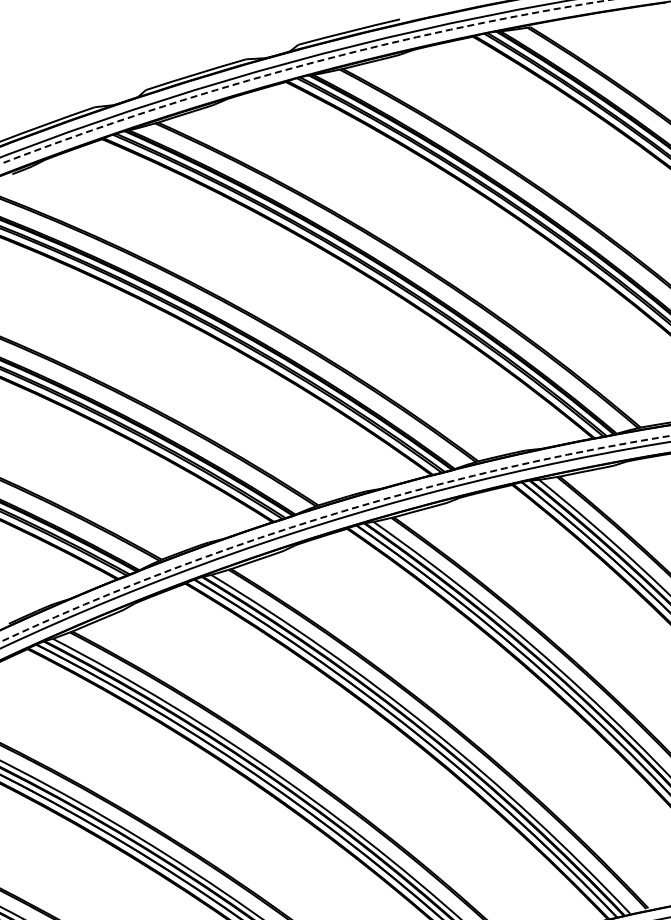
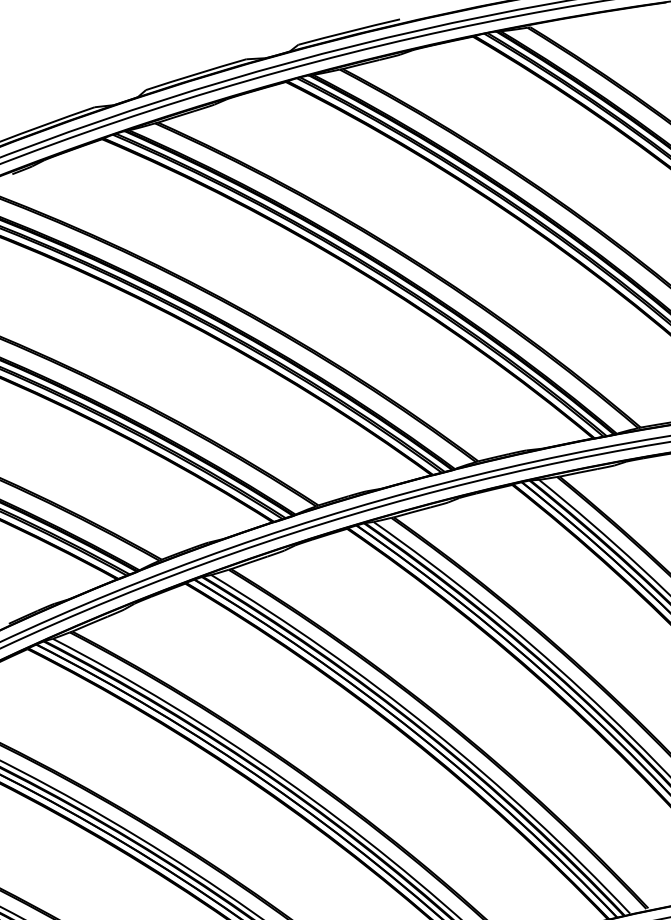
arc at (299, 66): dashed -> solid
circle at (335, 538): dashed -> solid
